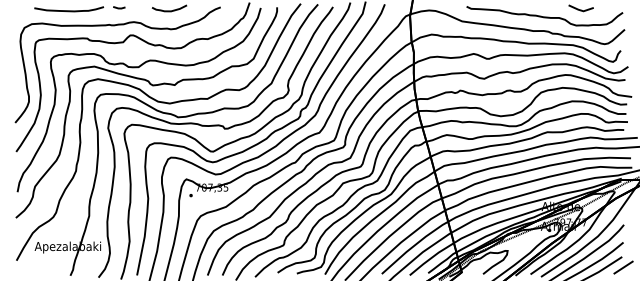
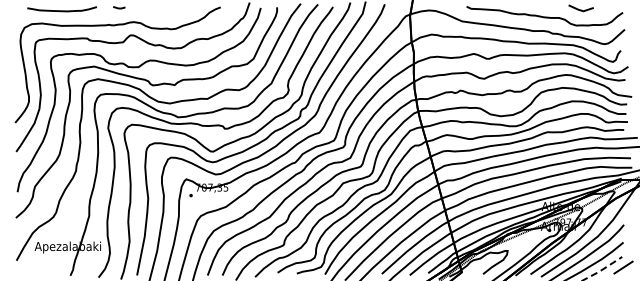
curve at (69, 10) position: (69, 10) -> (62, 10)
curve at (169, 10): present -> none
line at (602, 269): solid -> dashed
